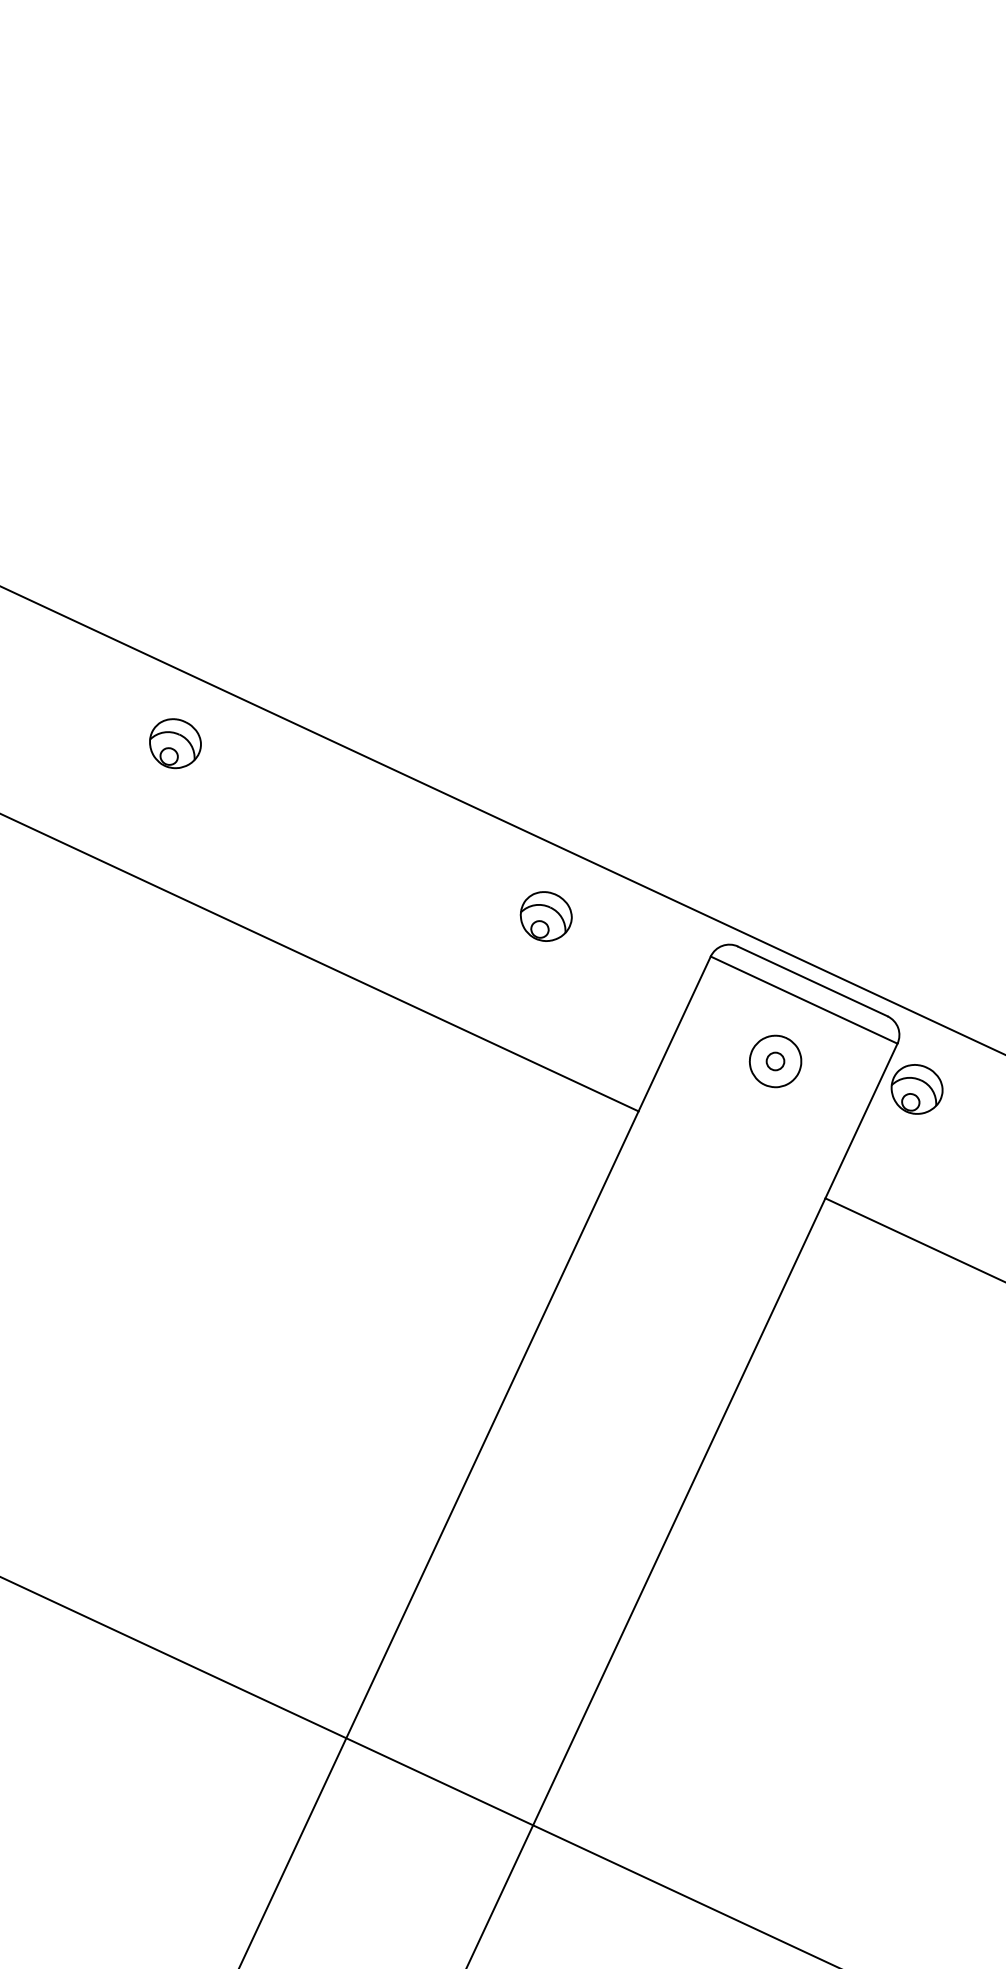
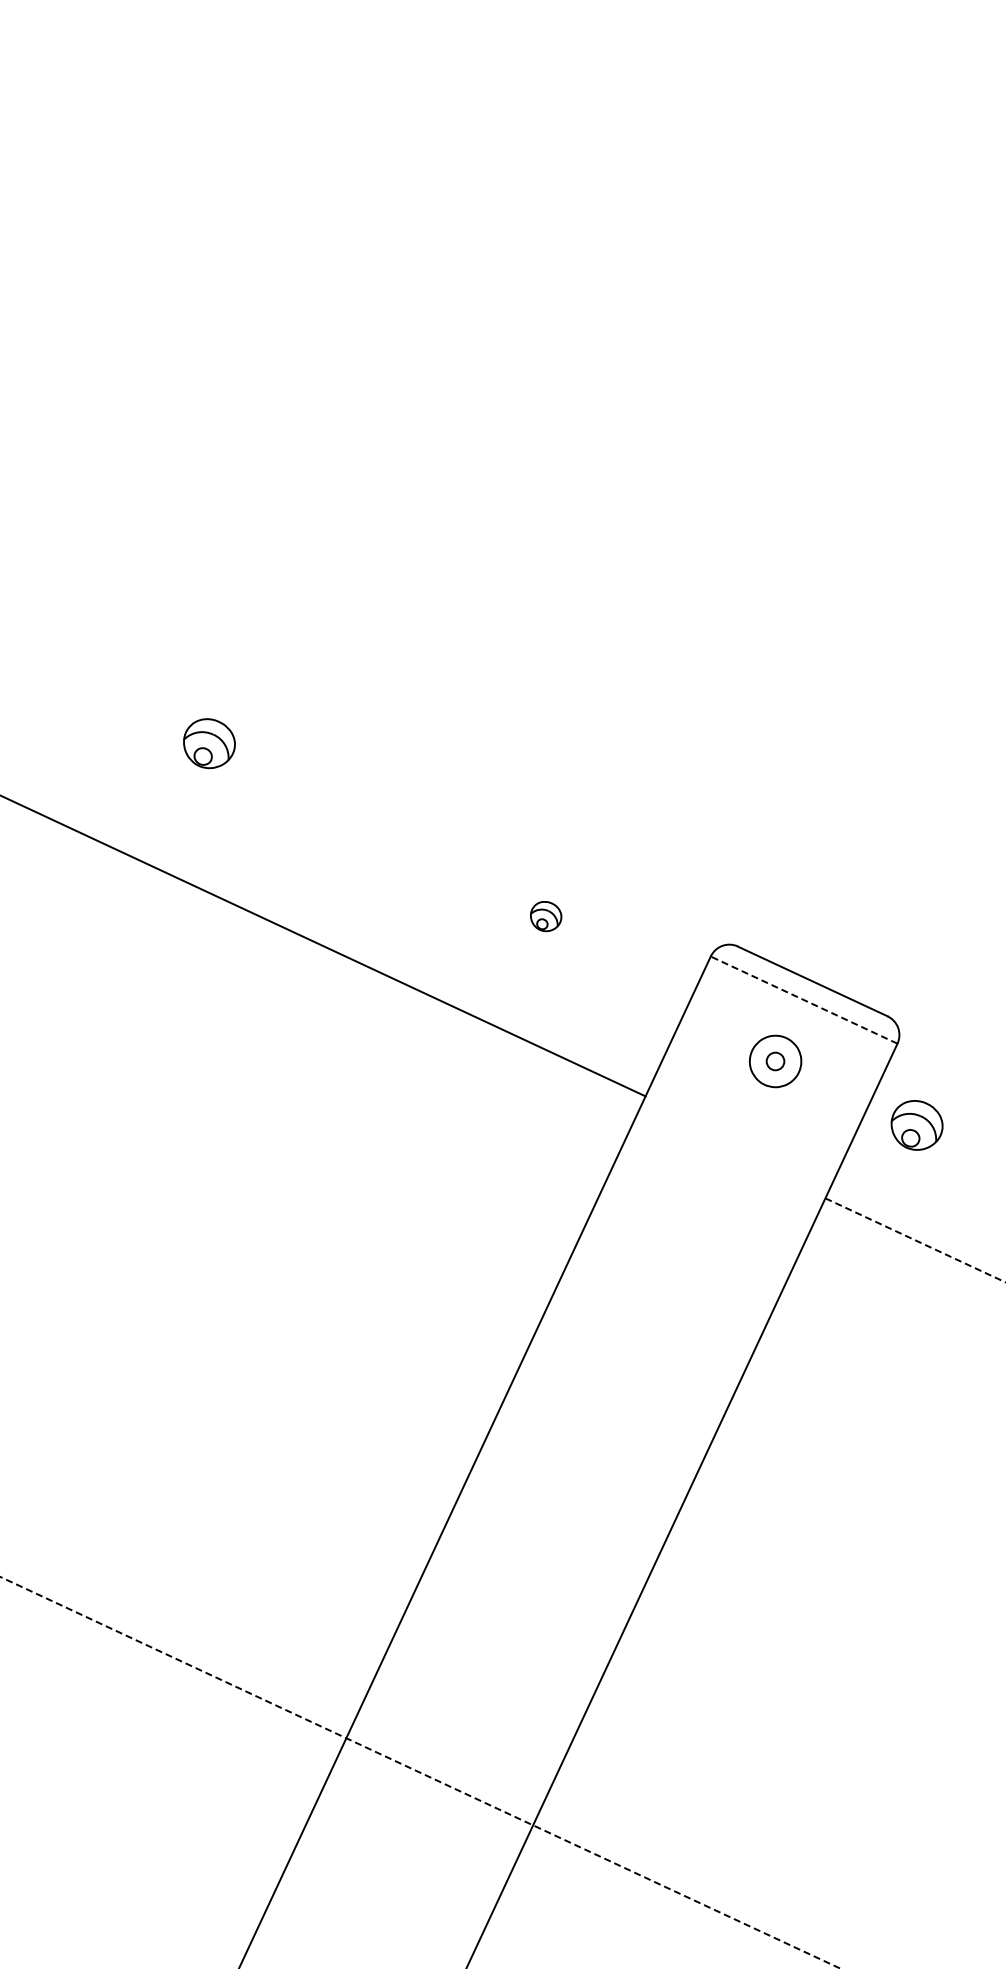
part at (175, 743) position: (175, 743) -> (209, 743)
line at (502, 820): present -> none
part at (545, 916) size: 54x51 px -> 33x32 px
line at (320, 962) position: (320, 962) -> (323, 946)
line at (803, 999): solid -> dashed
part at (916, 1089) position: (916, 1089) -> (916, 1125)
line at (916, 1240): solid -> dashed
line at (420, 1773): solid -> dashed
